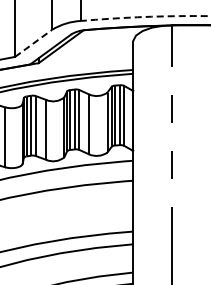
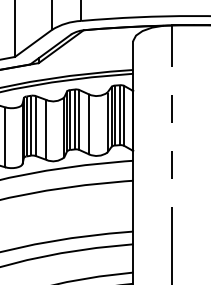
arc at (145, 17): dashed -> solid
line at (33, 43): dashed -> solid
